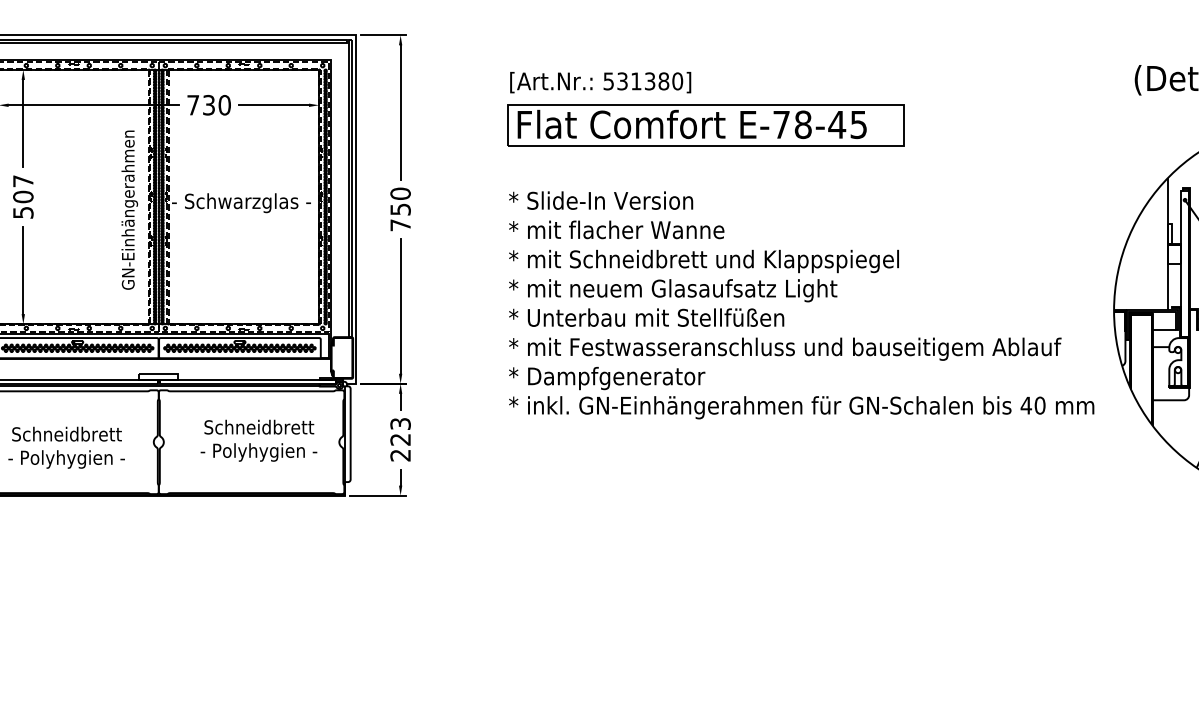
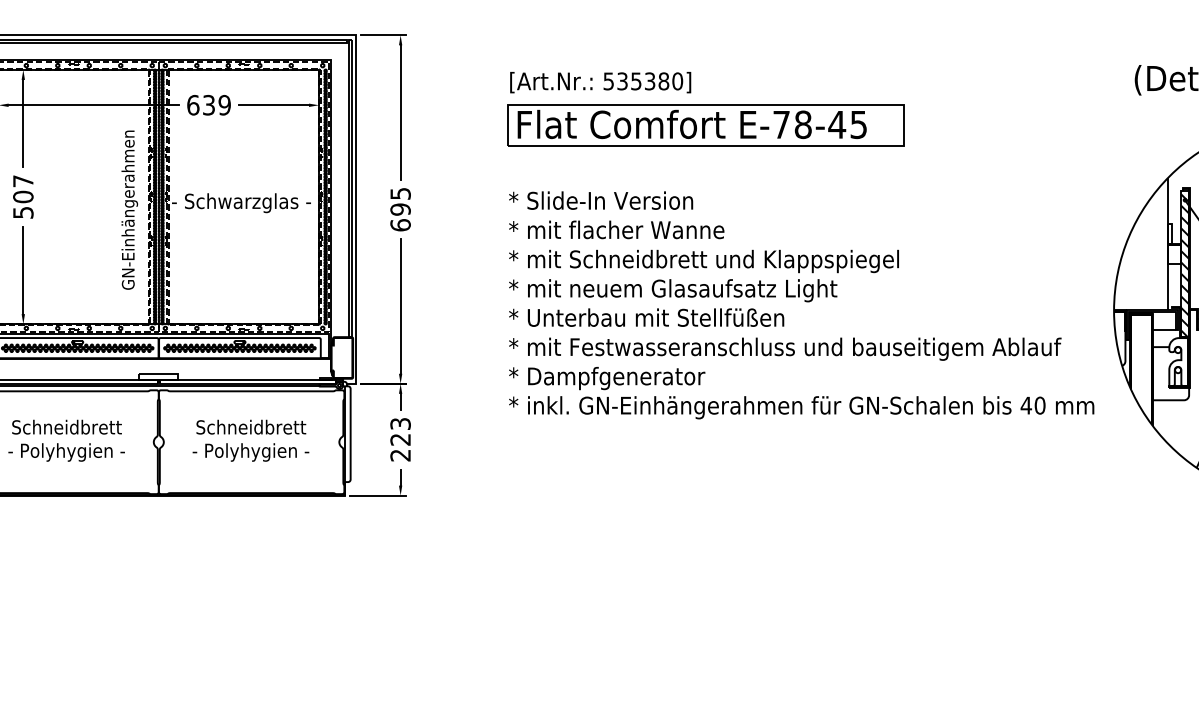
text at (636, 81): 531380] -> 535380]
text at (208, 105): 730 -> 639
text at (400, 209): 750 -> 695
hatch at (1185, 263): none -> present
text at (258, 440) position: (258, 440) -> (250, 440)
text at (66, 447) position: (66, 447) -> (66, 440)
